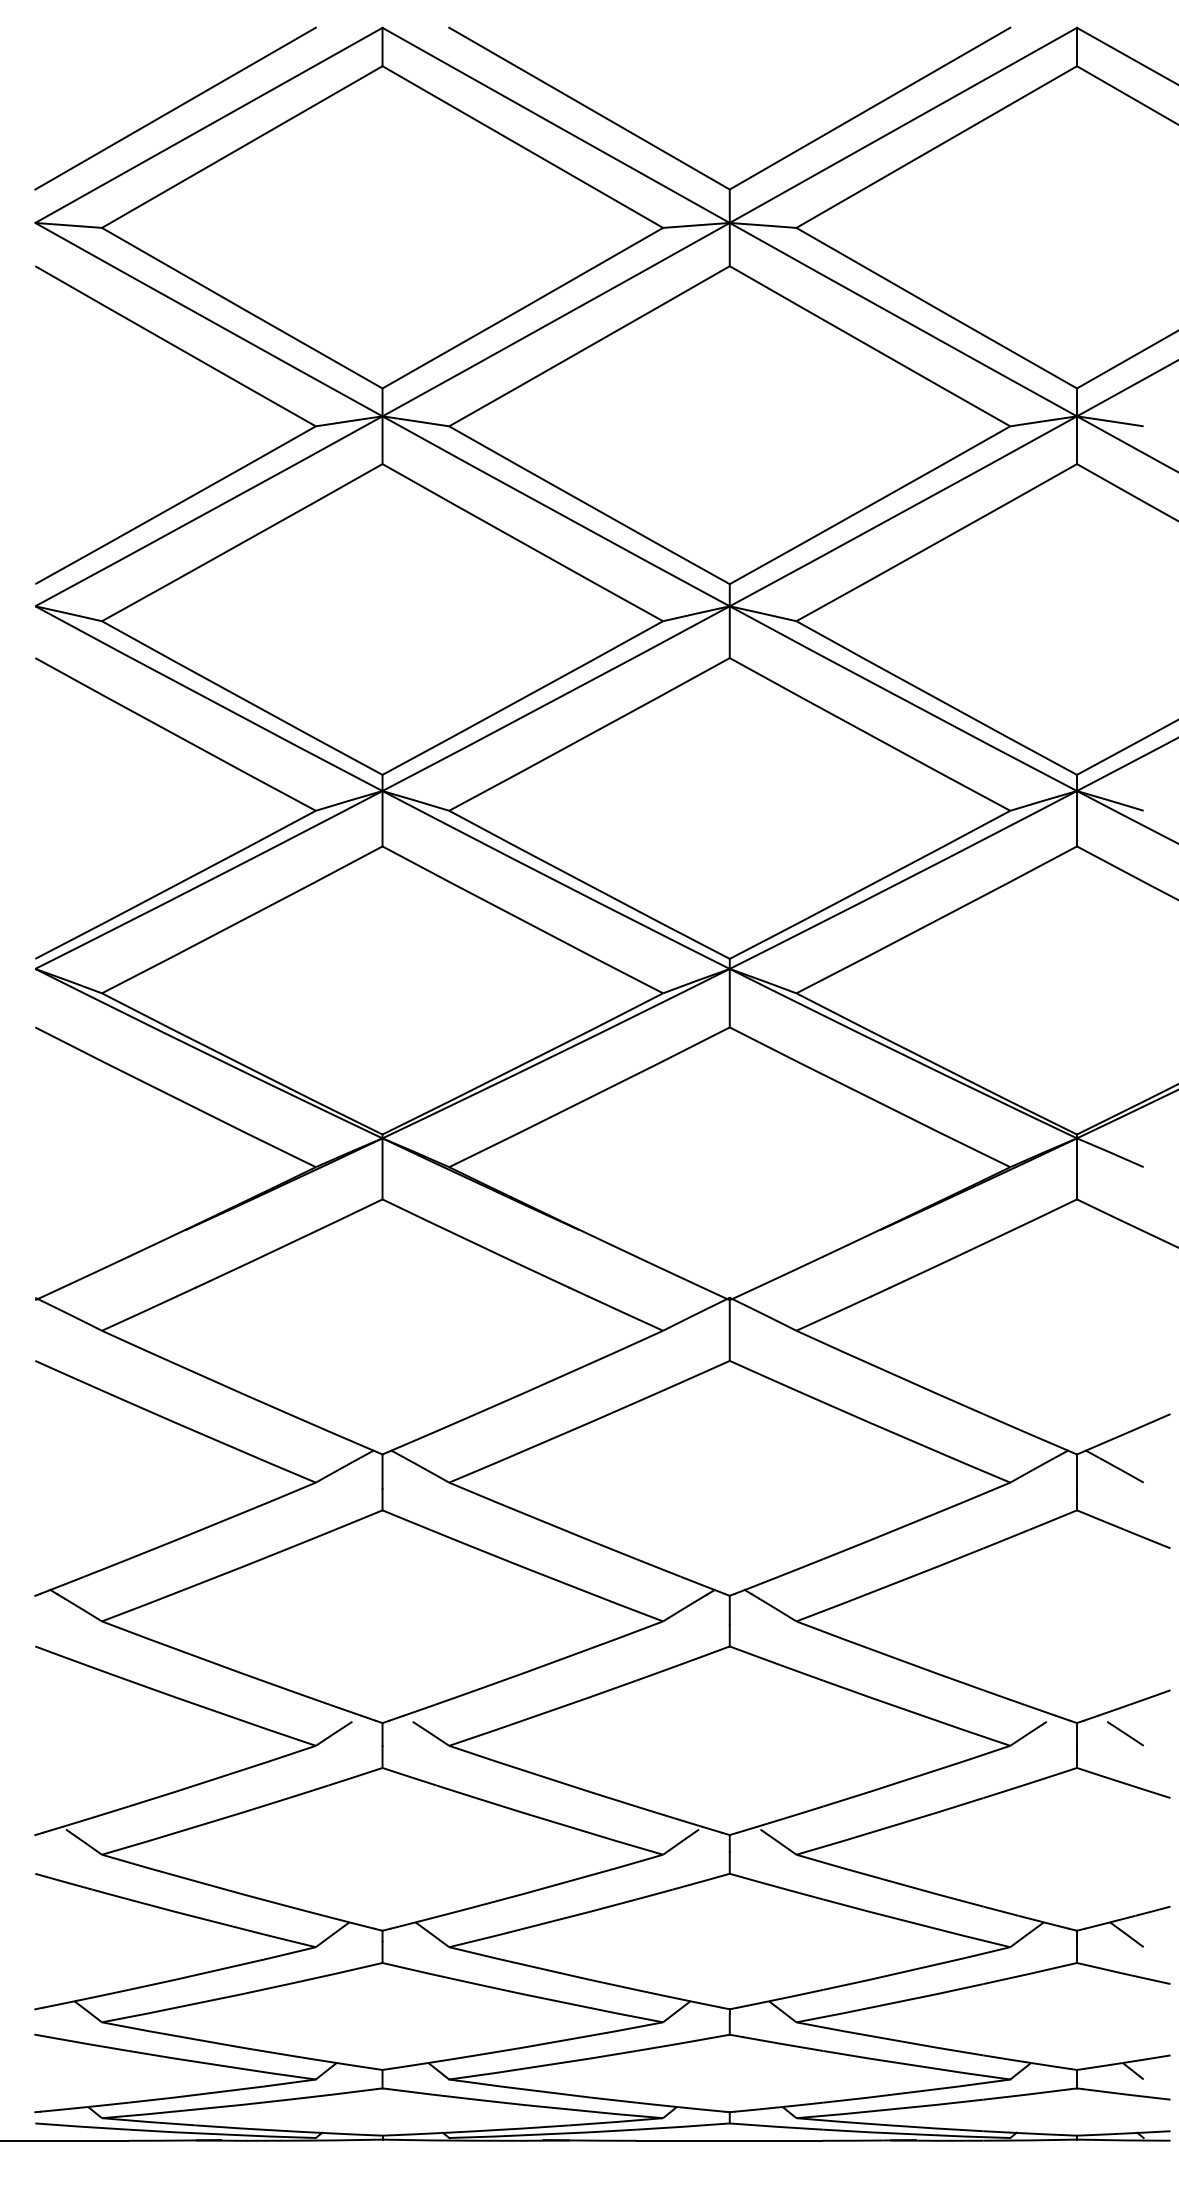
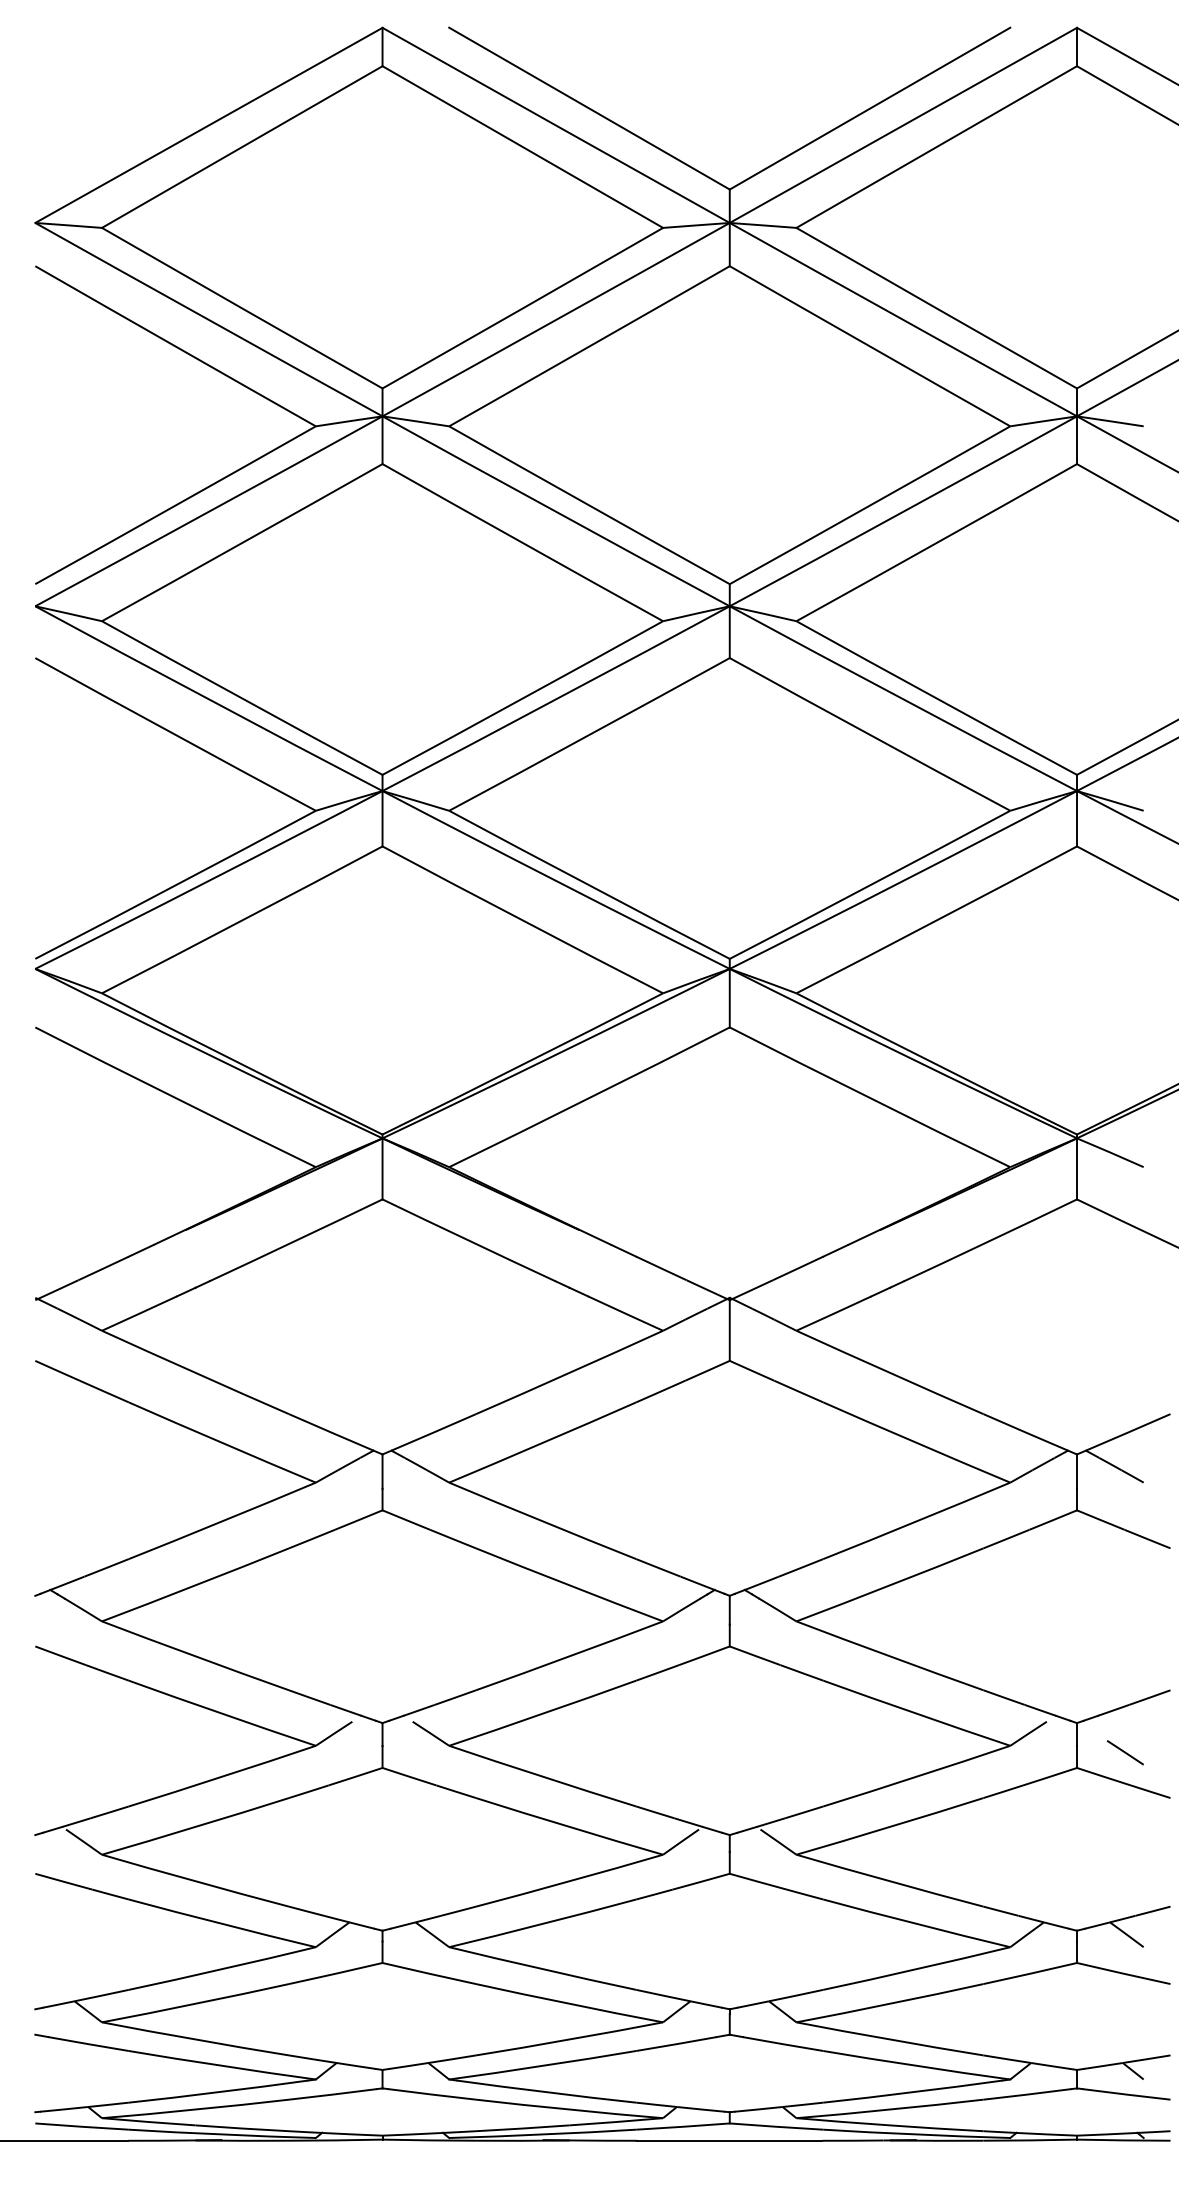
line at (175, 108): present -> none
line at (1124, 1733) position: (1124, 1733) -> (1124, 1752)
